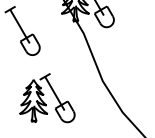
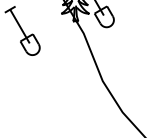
part at (47, 98): present -> none
